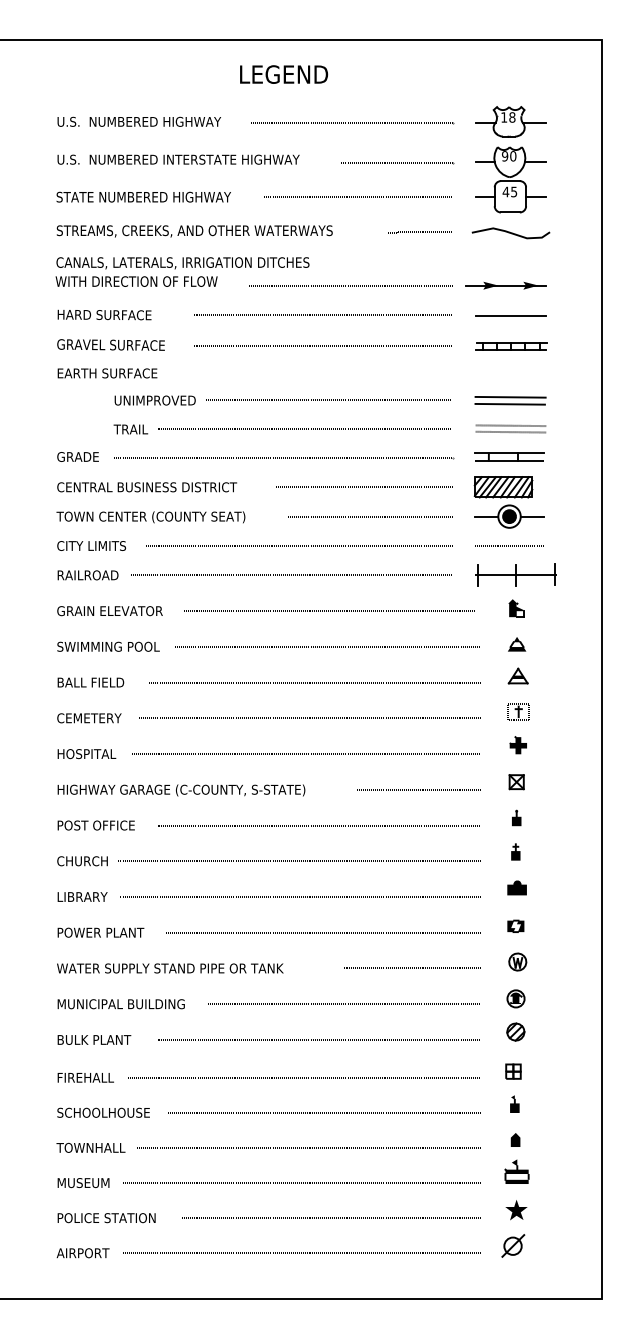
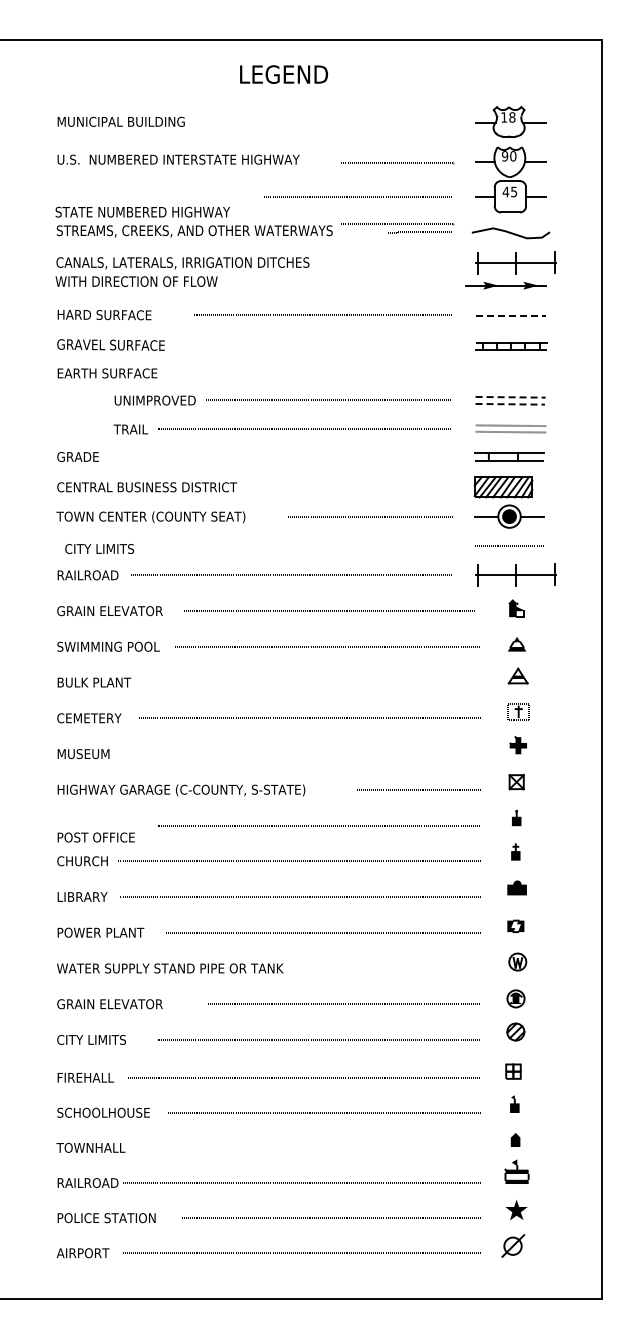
text at (139, 121): U.S.  NUMBERED HIGHWAY -> MUNICIPAL BUILDING
line at (351, 123): present -> none
text at (143, 196) position: (143, 196) -> (142, 211)
line at (397, 224): none -> present
part at (515, 262): none -> present
line at (351, 286): present -> none
line at (511, 315): solid -> dashed
line at (322, 346): present -> none
line at (511, 397): solid -> dashed
line at (510, 404): solid -> dashed
line at (283, 457): present -> none
line at (364, 487): present -> none
text at (91, 545) position: (91, 545) -> (99, 548)
line at (299, 546): present -> none
text at (98, 682): BALL FIELD -> BULK PLANT
line at (314, 682): present -> none
text at (87, 754): HOSPITAL -> MUSEUM
line at (306, 754): present -> none
text at (95, 825) position: (95, 825) -> (95, 837)
line at (412, 967): present -> none
text at (120, 1004): MUNICIPAL BUILDING -> GRAIN ELEVATOR
text at (94, 1039): BULK PLANT -> CITY LIMITS
line at (308, 1147): present -> none
text at (88, 1183): MUSEUM -> RAILROAD
